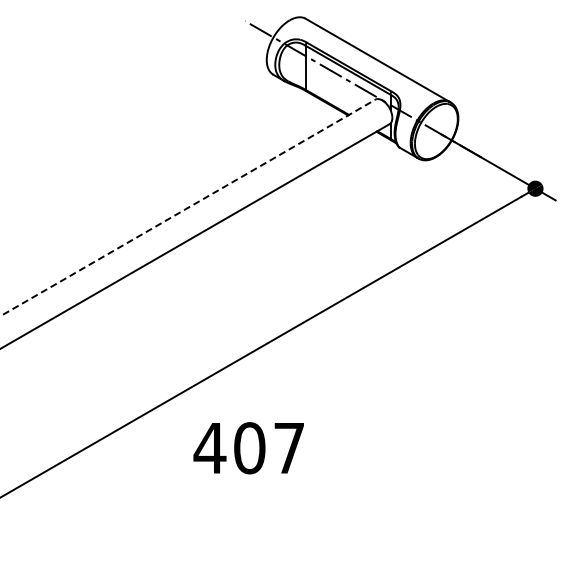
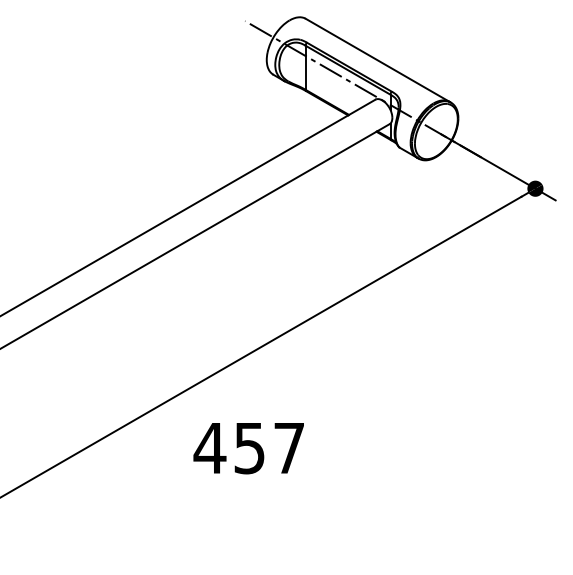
line at (188, 207): dashed -> solid
text at (249, 448): 407 -> 457
